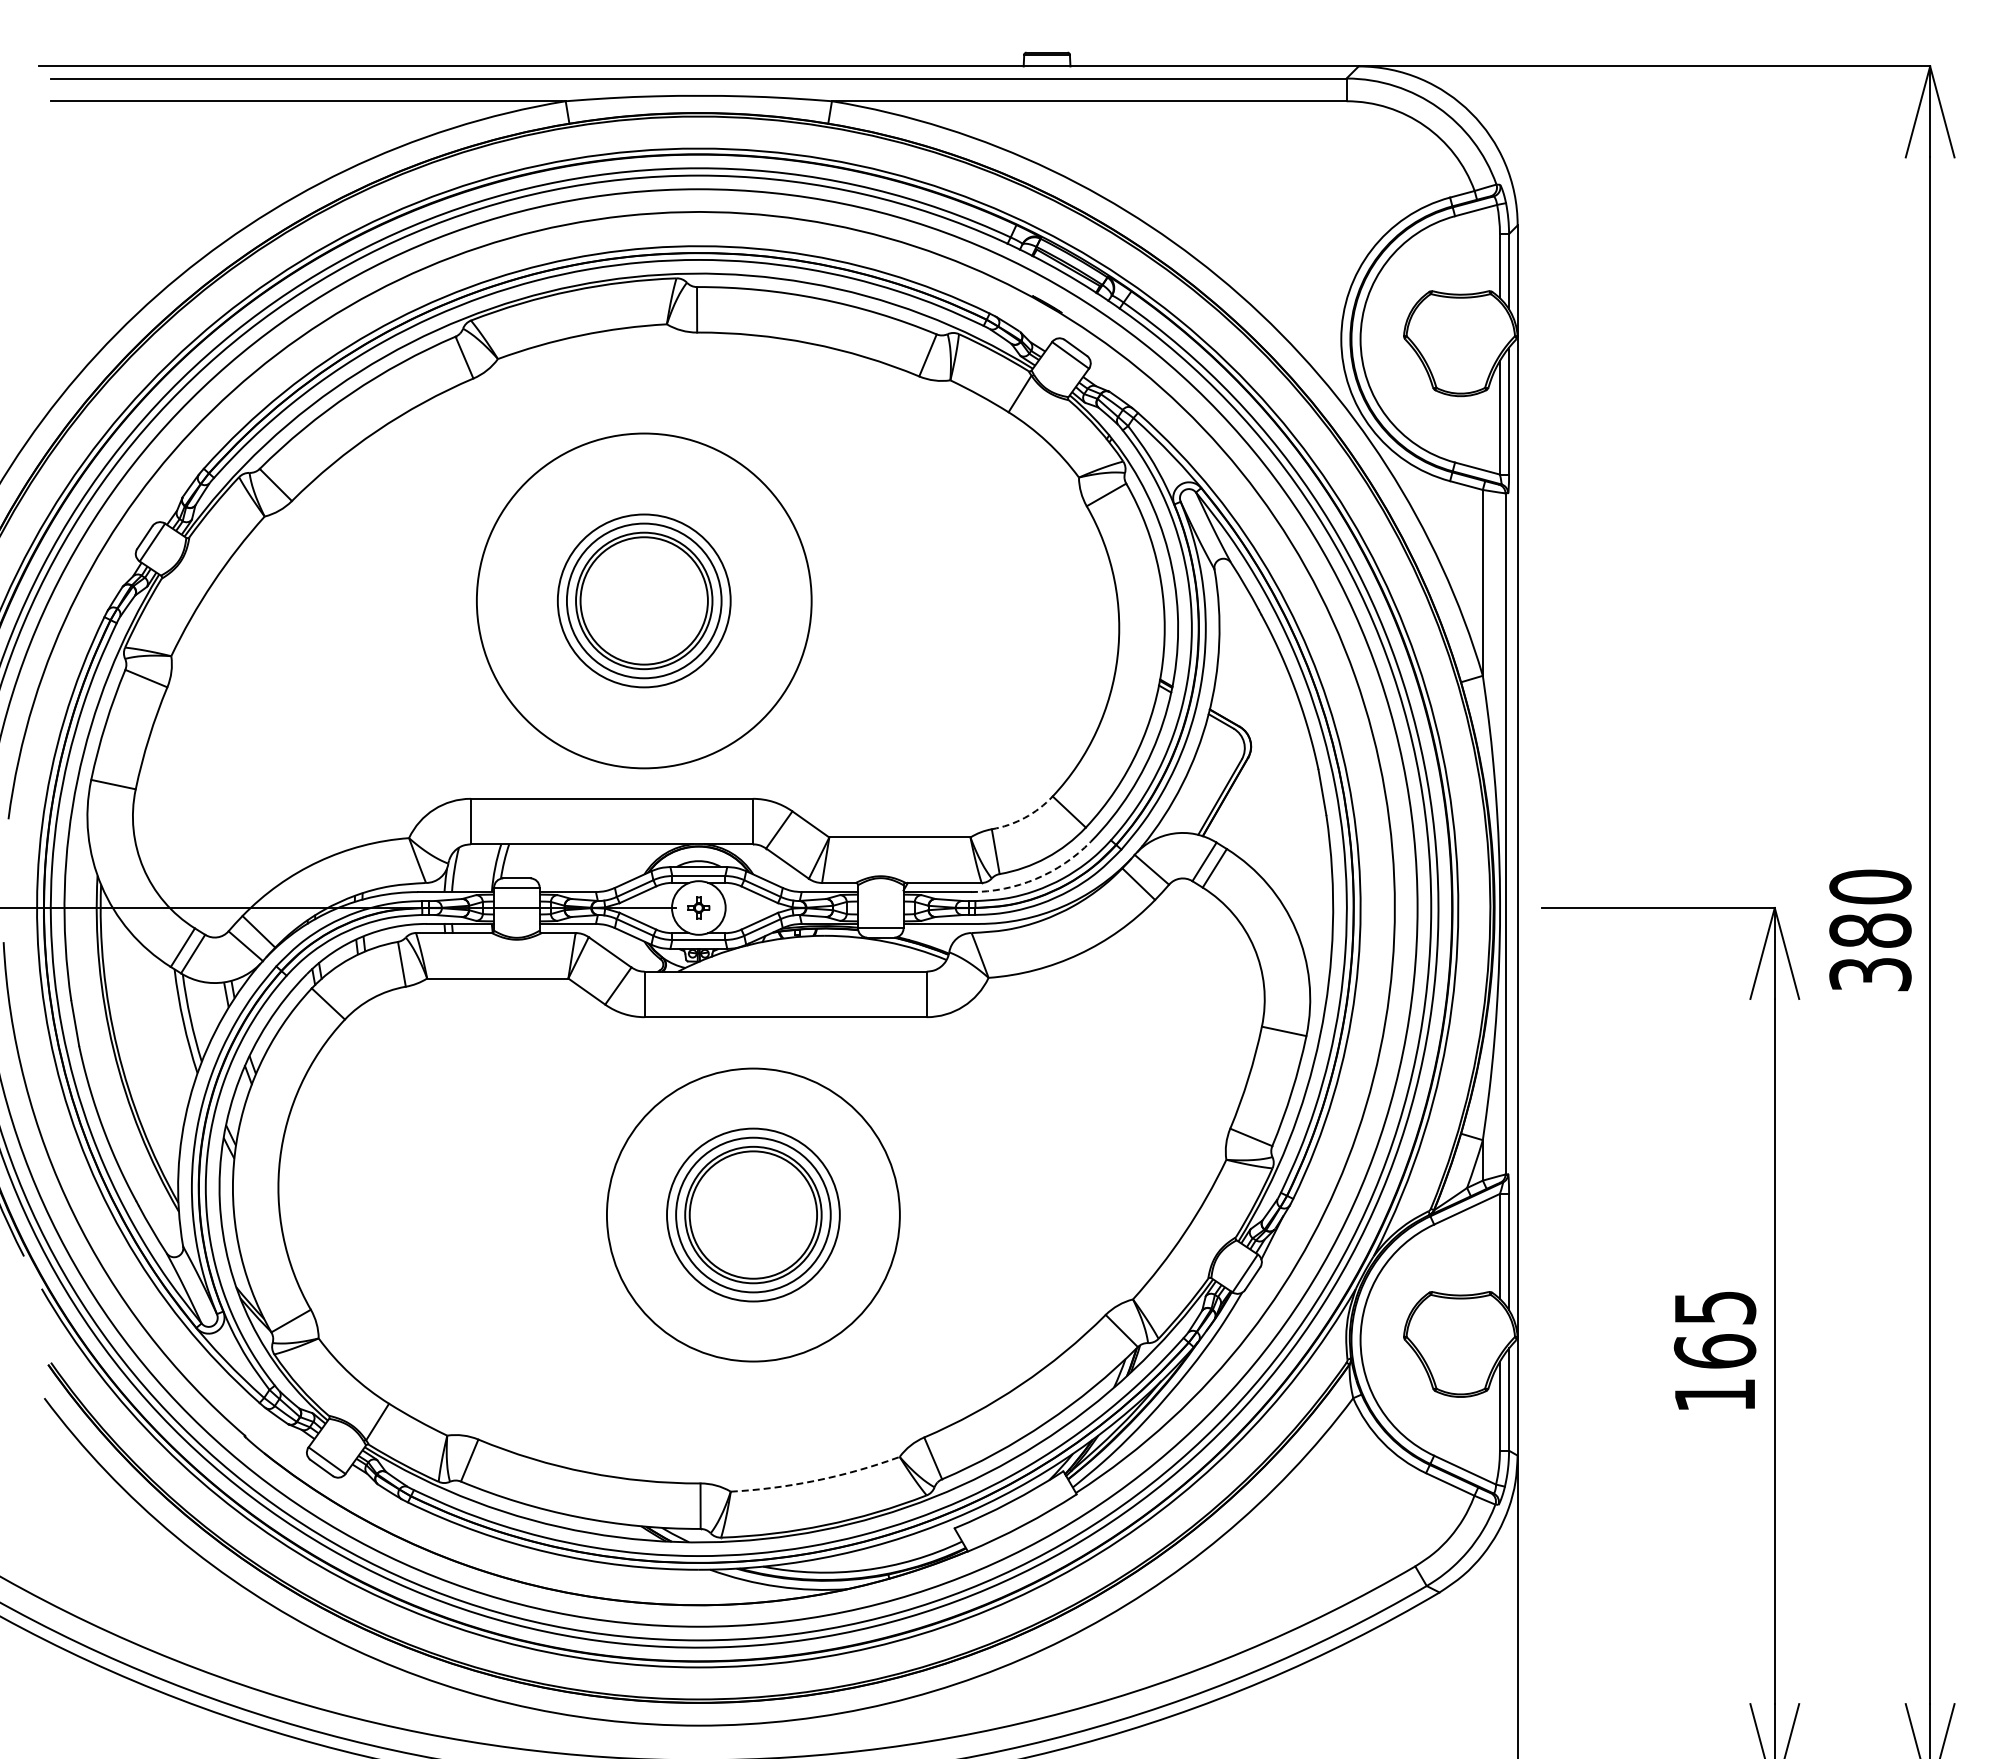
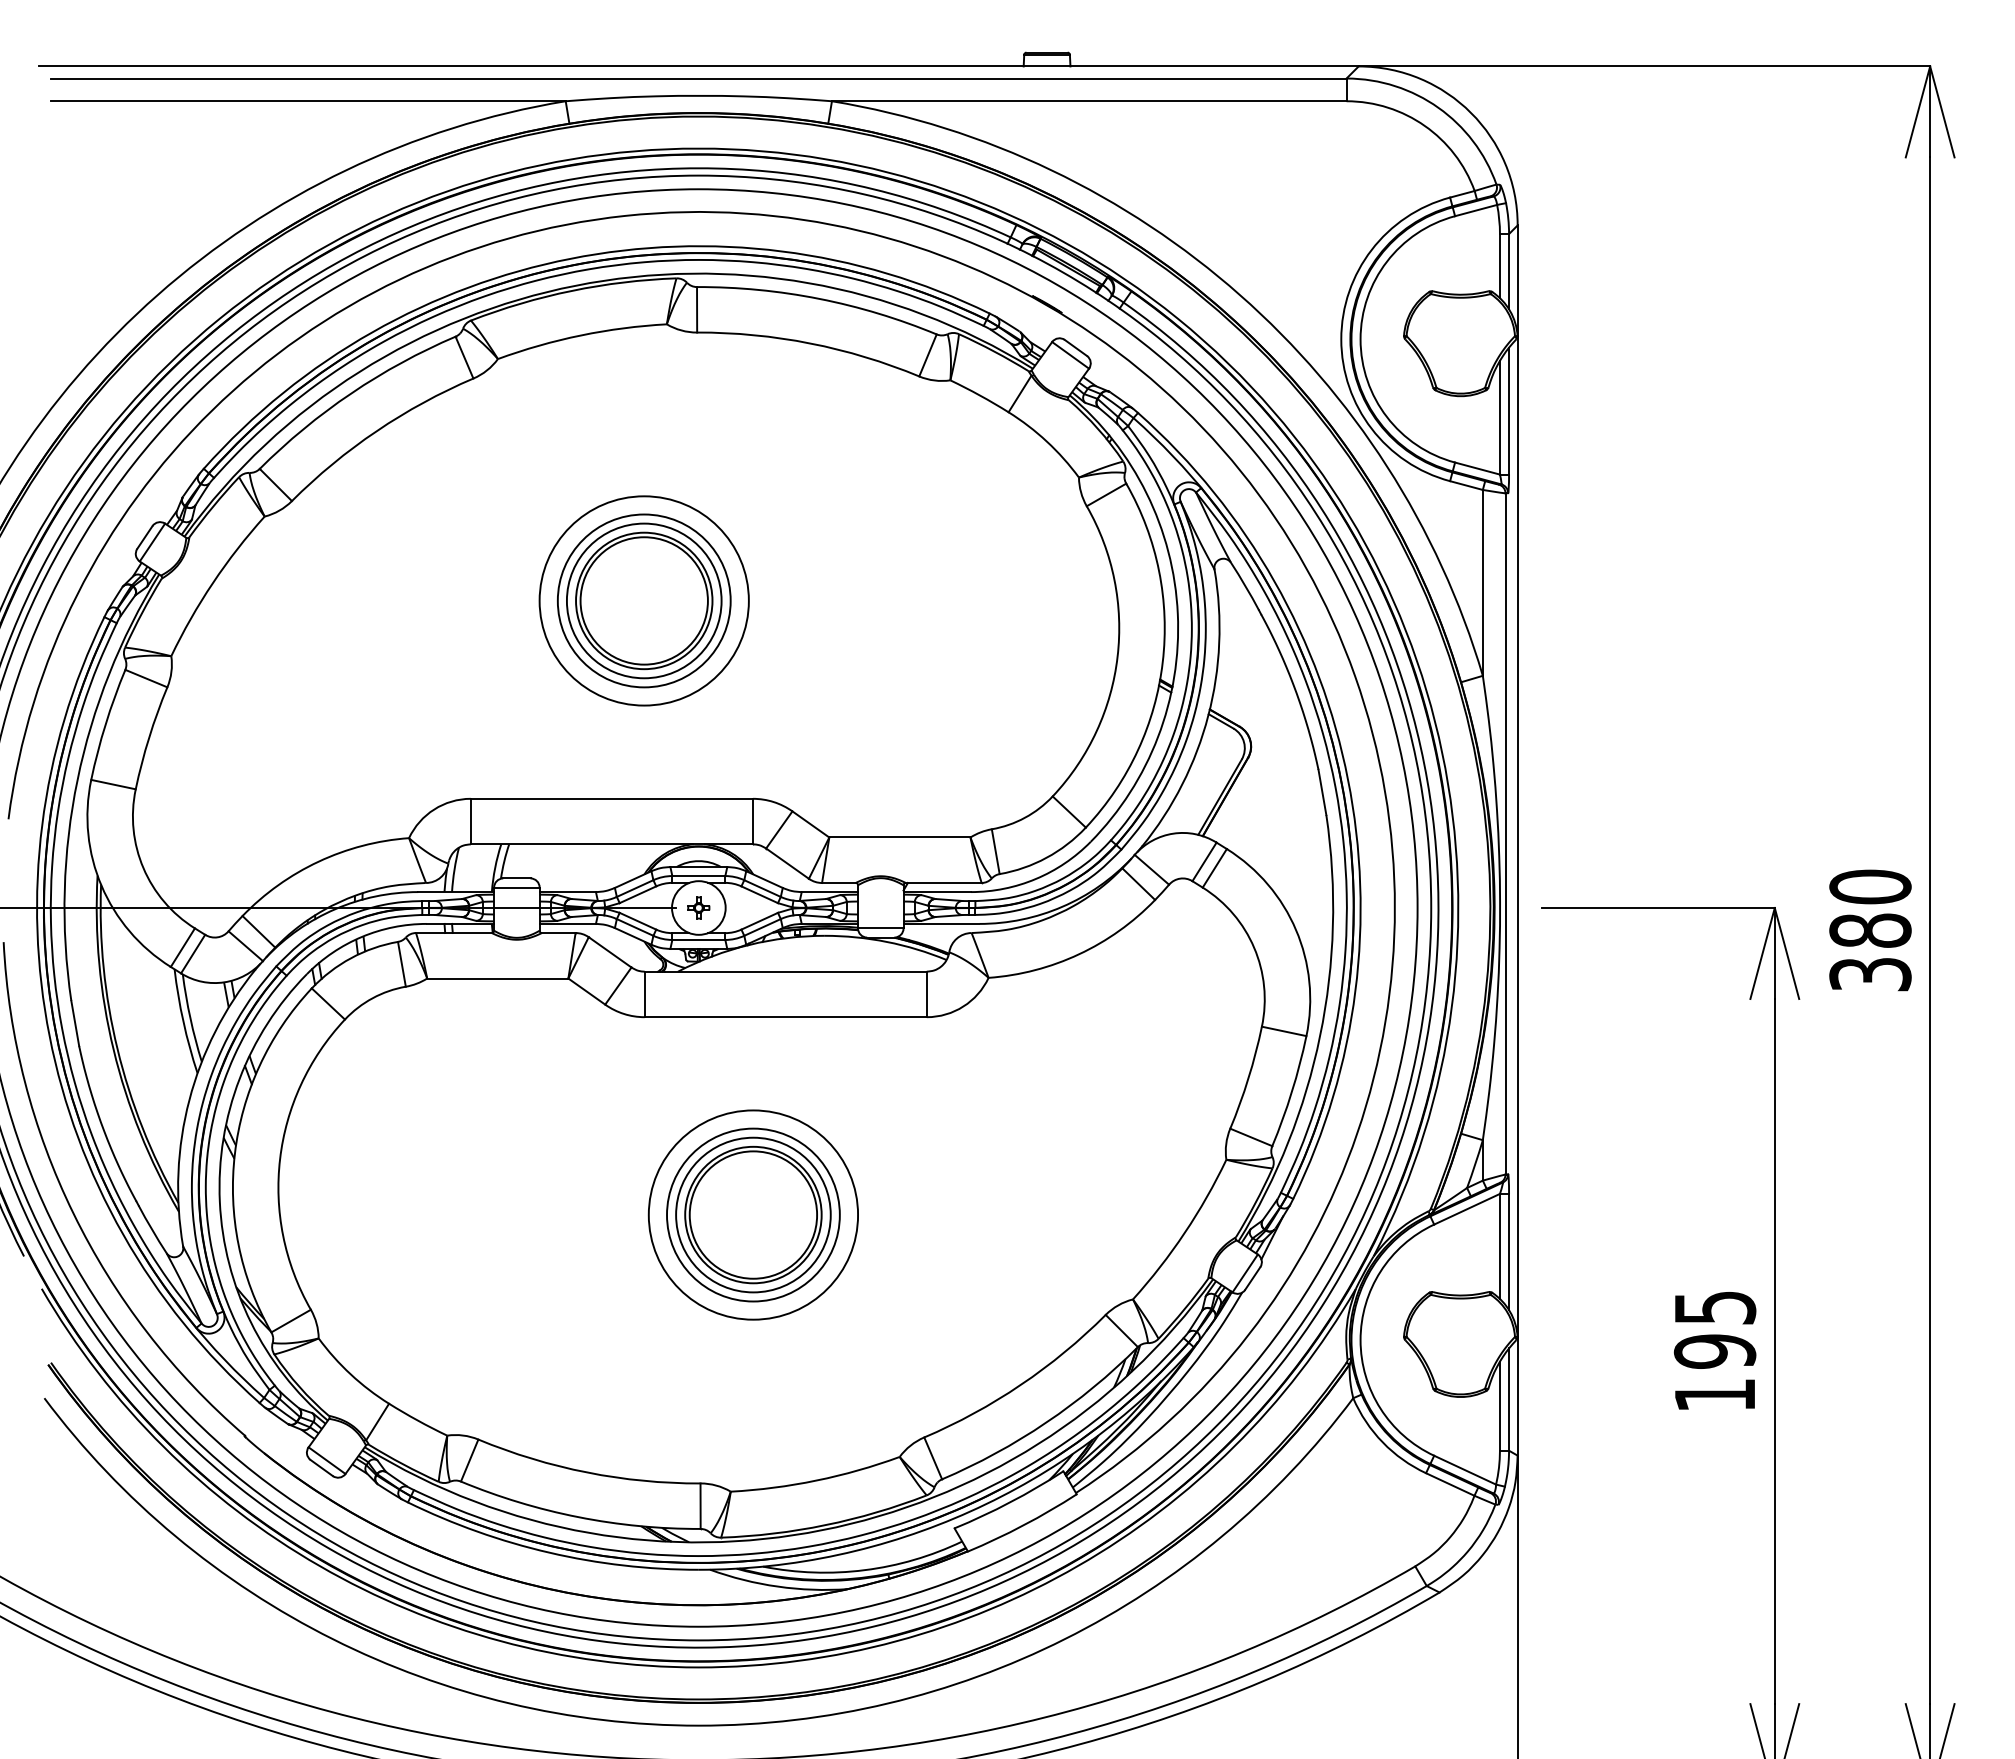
circle at (643, 600) diameter: 335 px -> 209 px
arc at (1024, 817): dashed -> solid
arc at (1035, 879): dashed -> solid
circle at (752, 1214) diameter: 293 px -> 209 px
text at (1714, 1351): 165 -> 195
arc at (816, 1480): dashed -> solid
